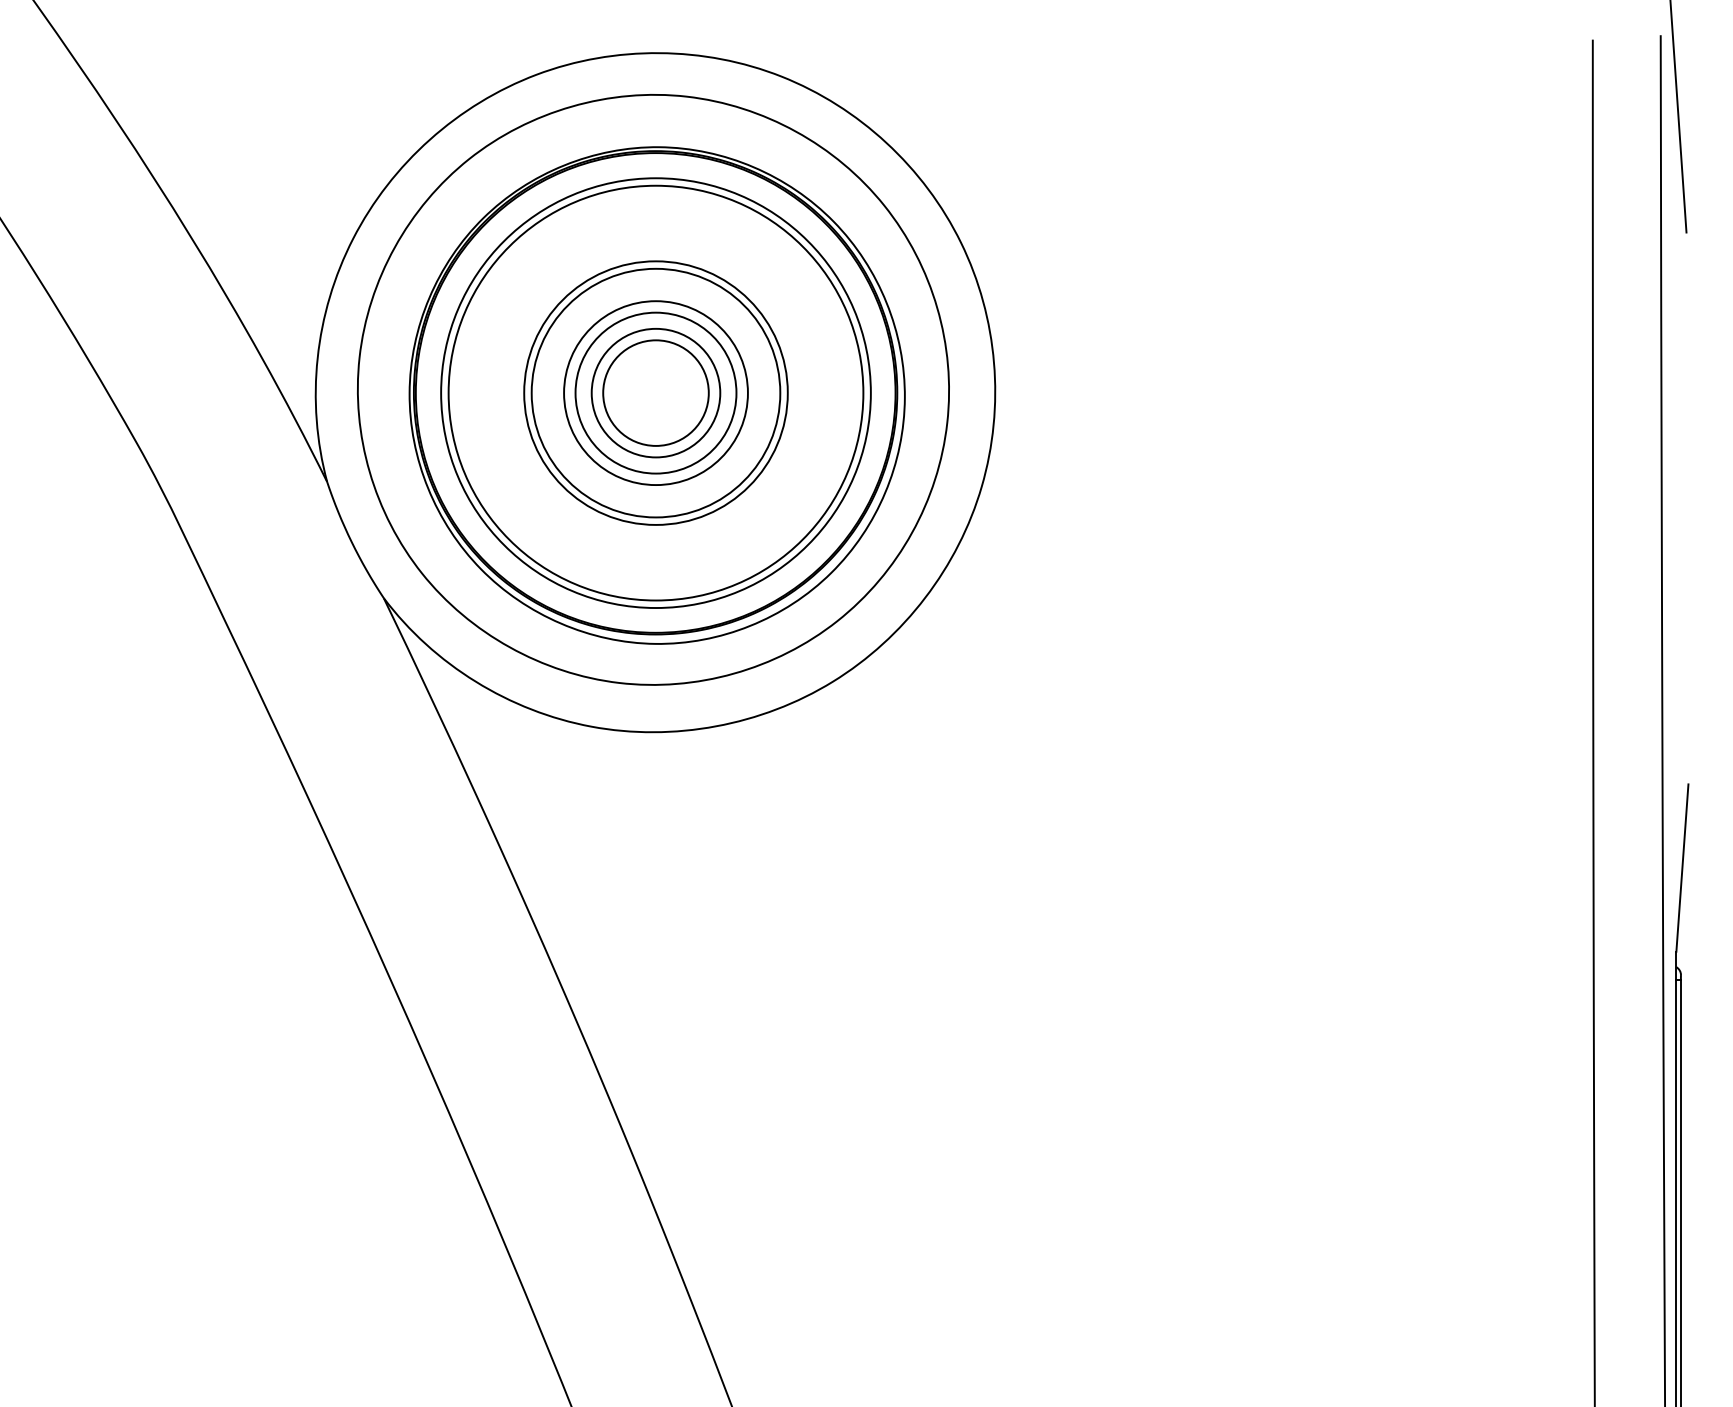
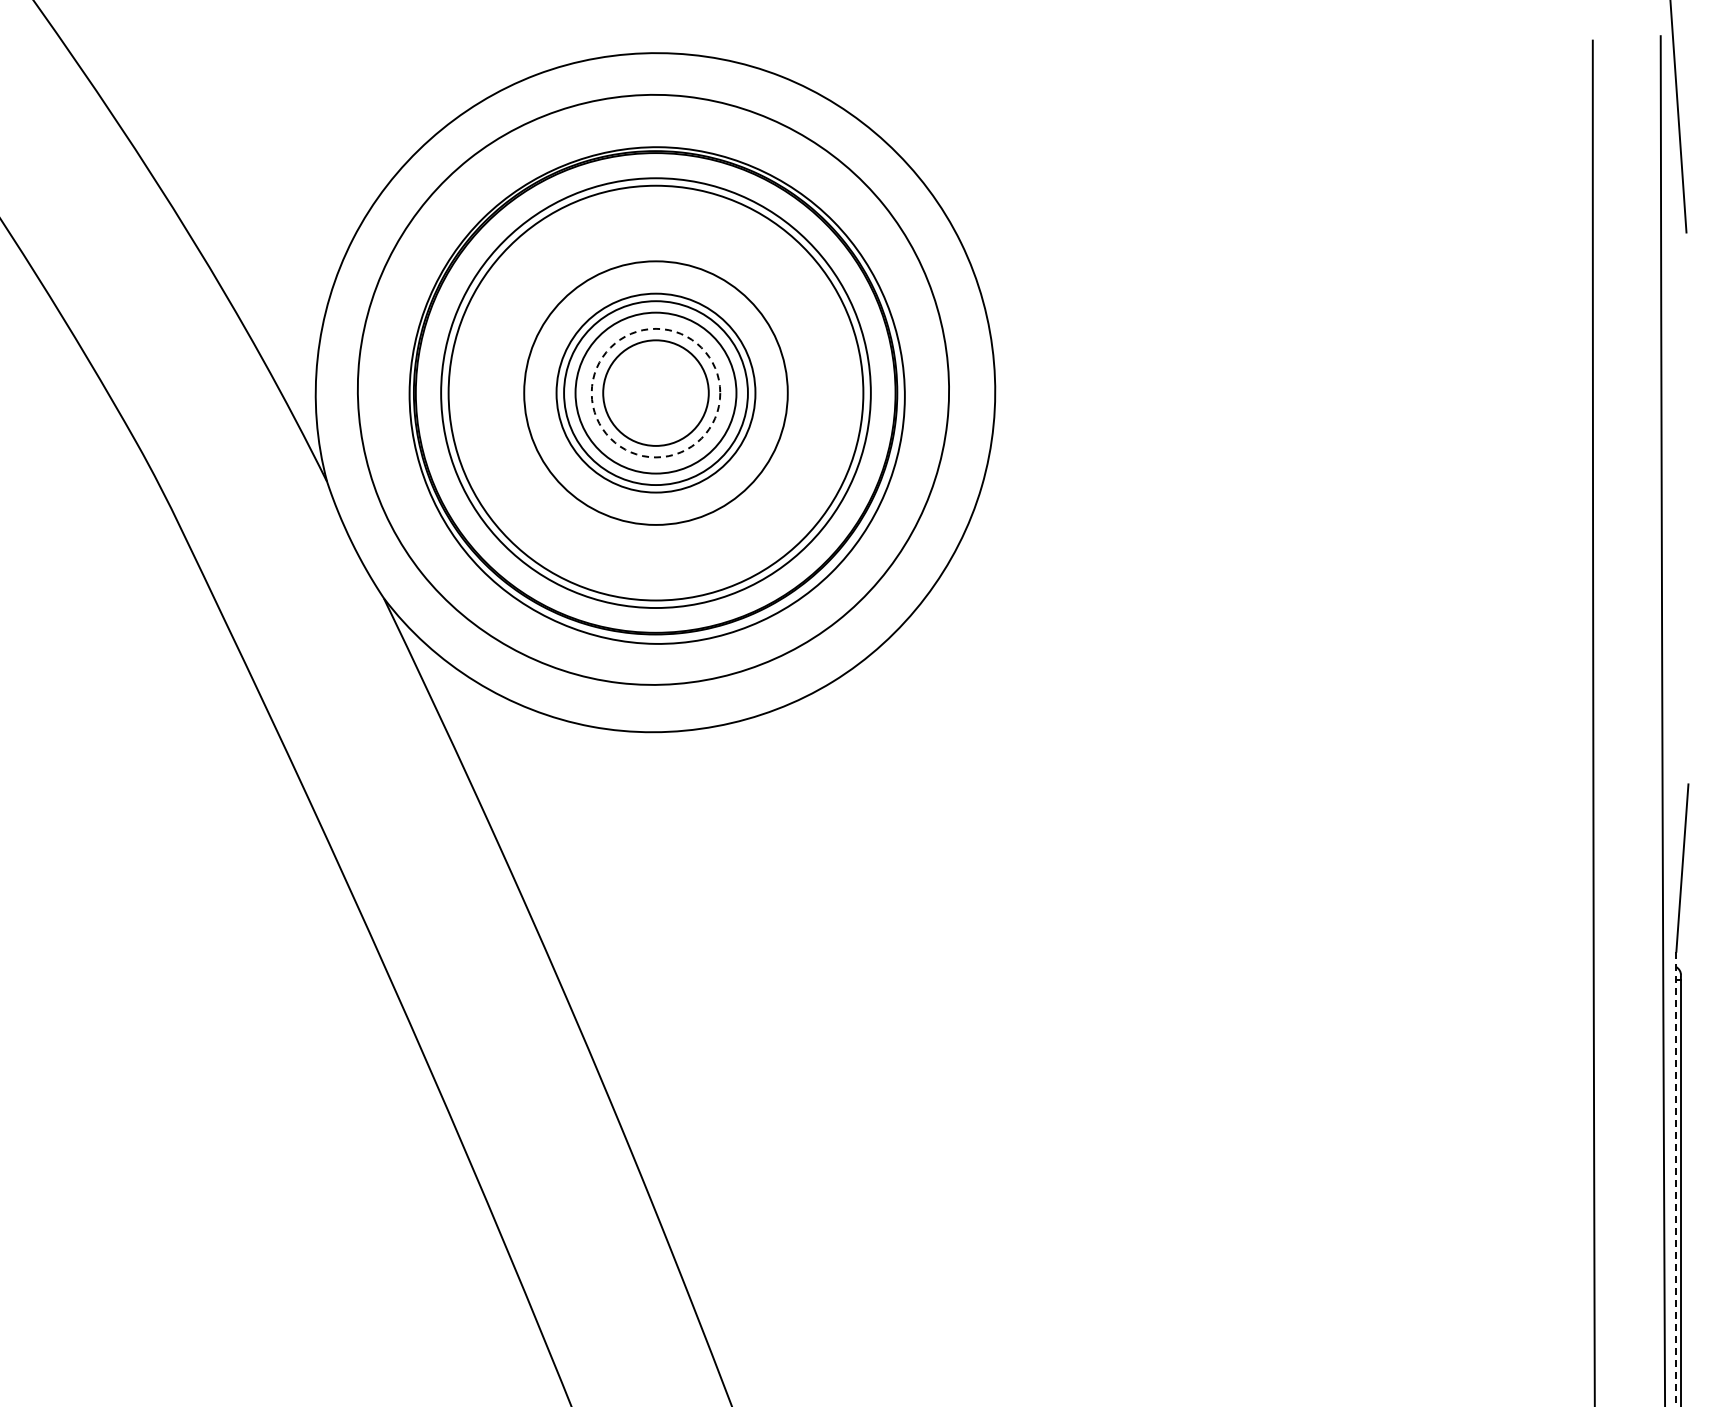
circle at (655, 392) diameter: 249 px -> 199 px
circle at (655, 392): solid -> dashed
line at (1676, 1179): solid -> dashed
